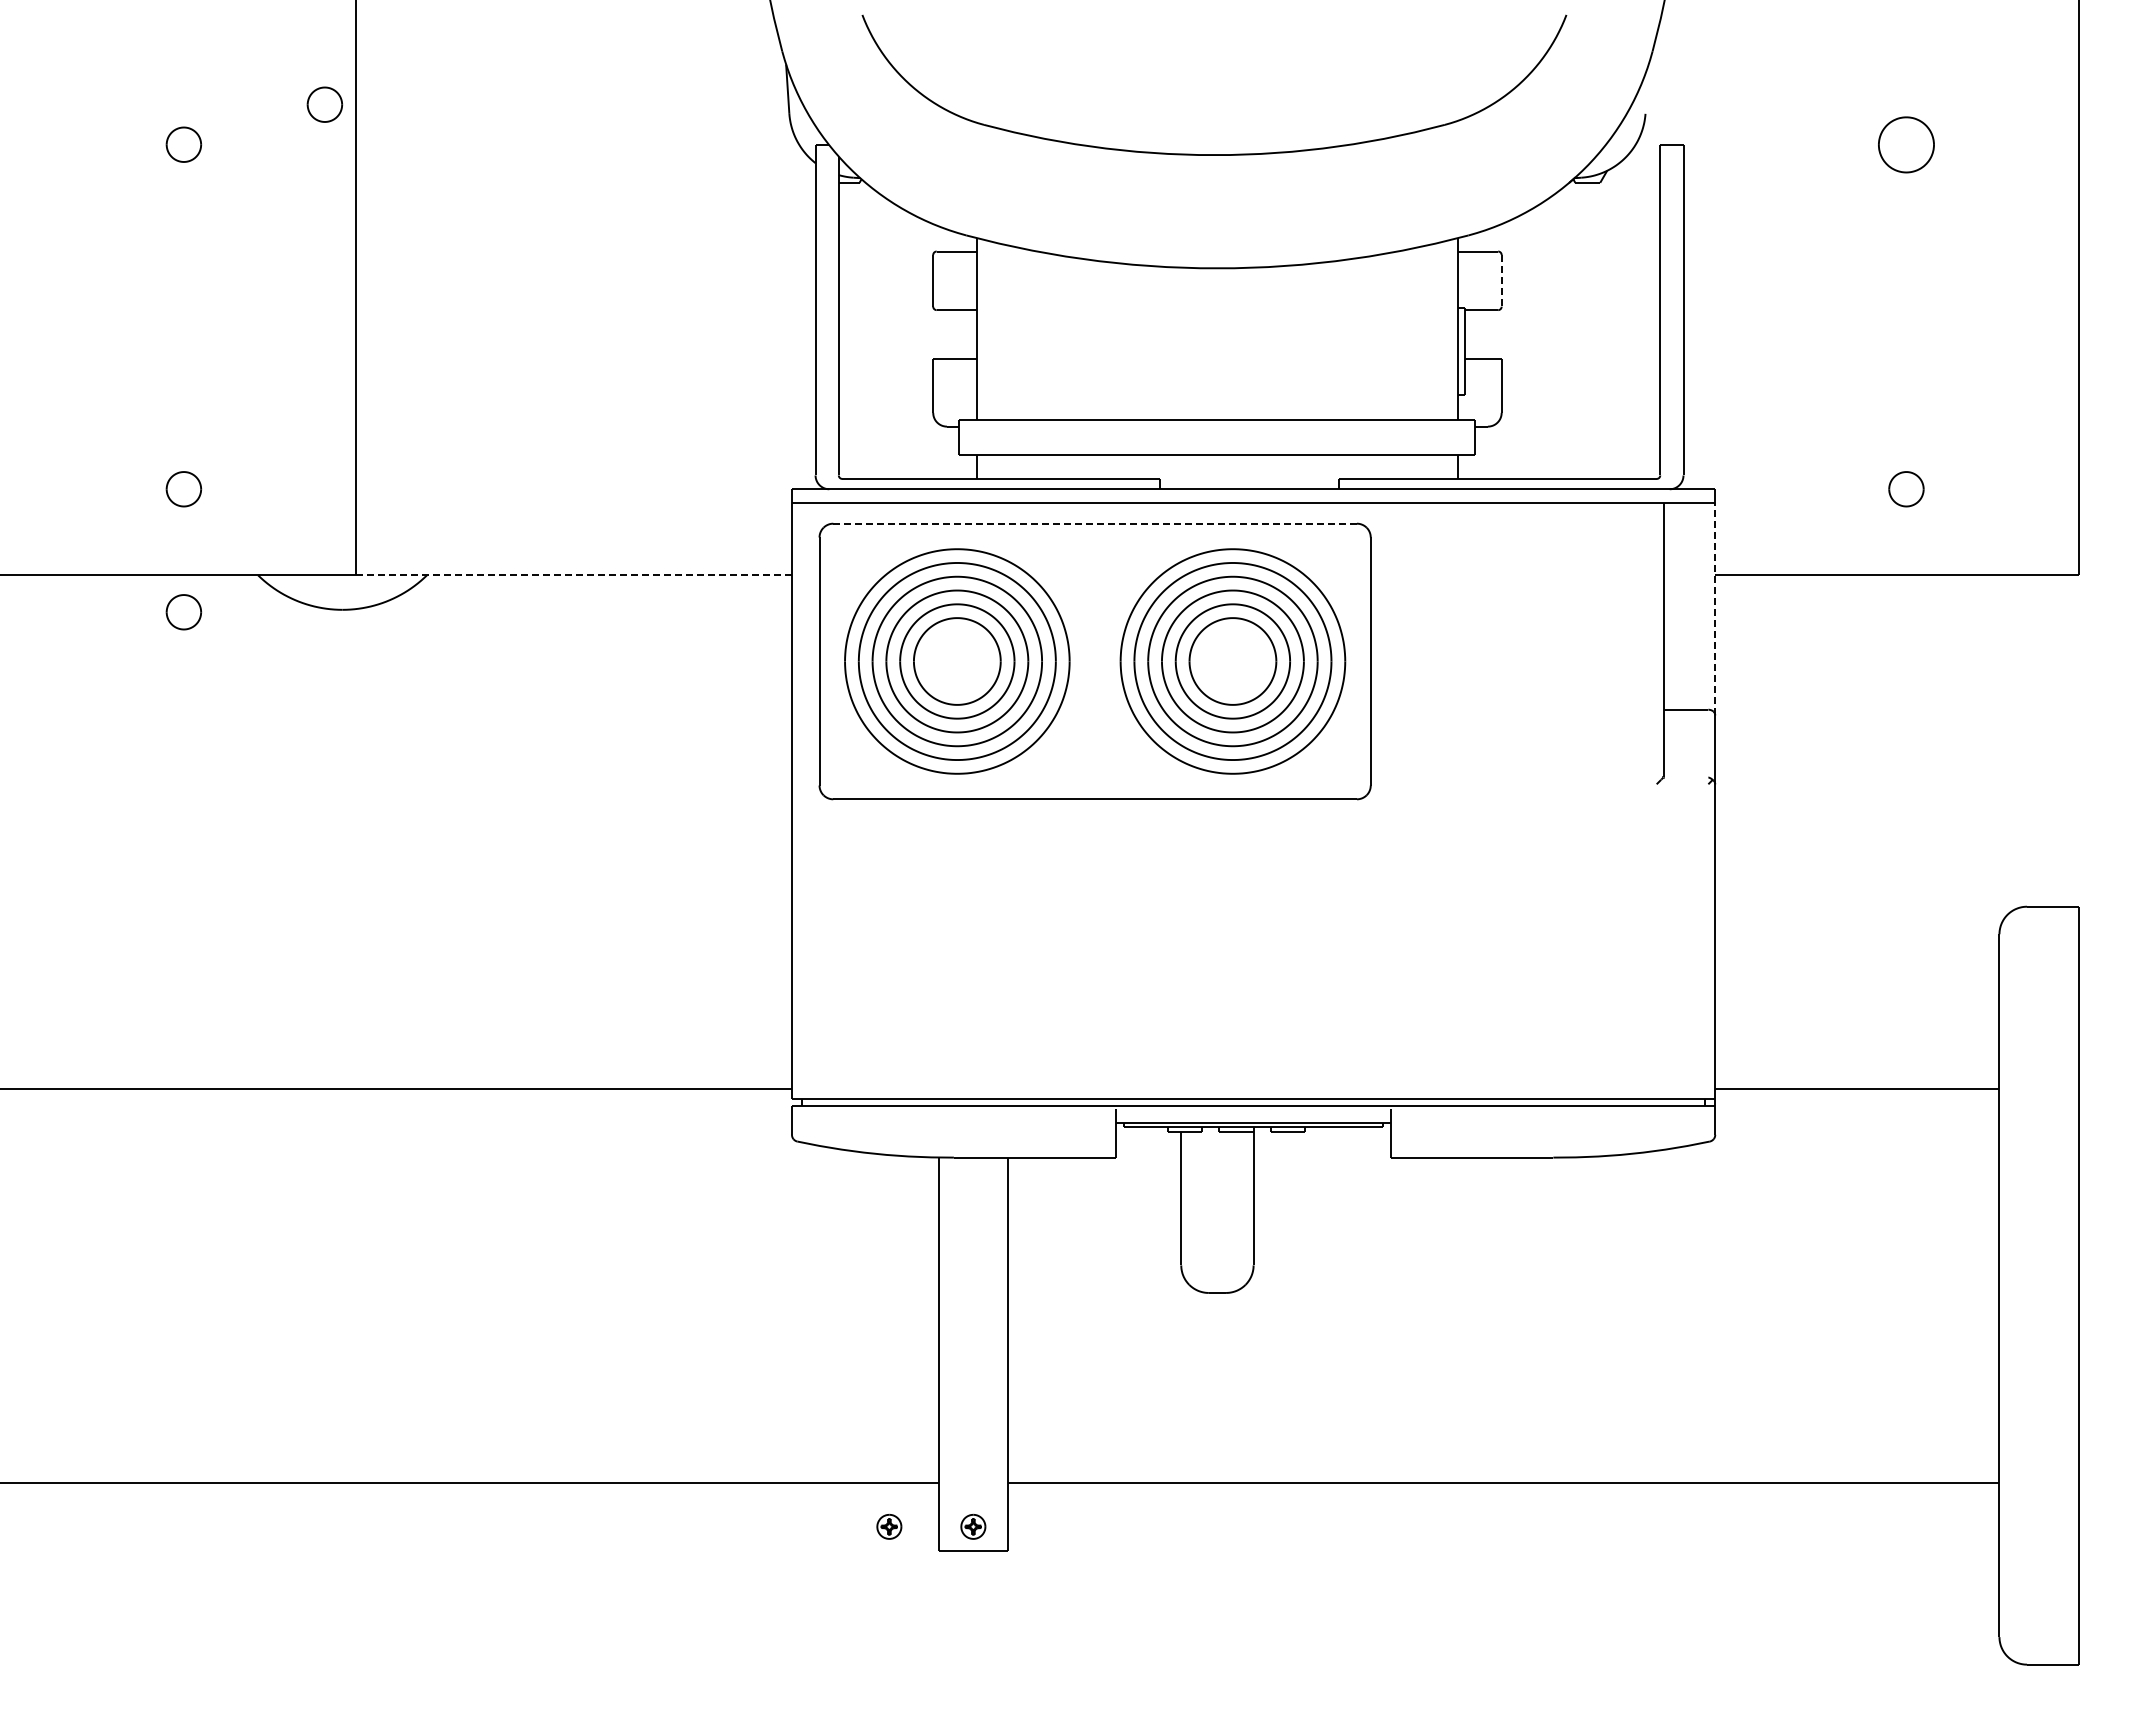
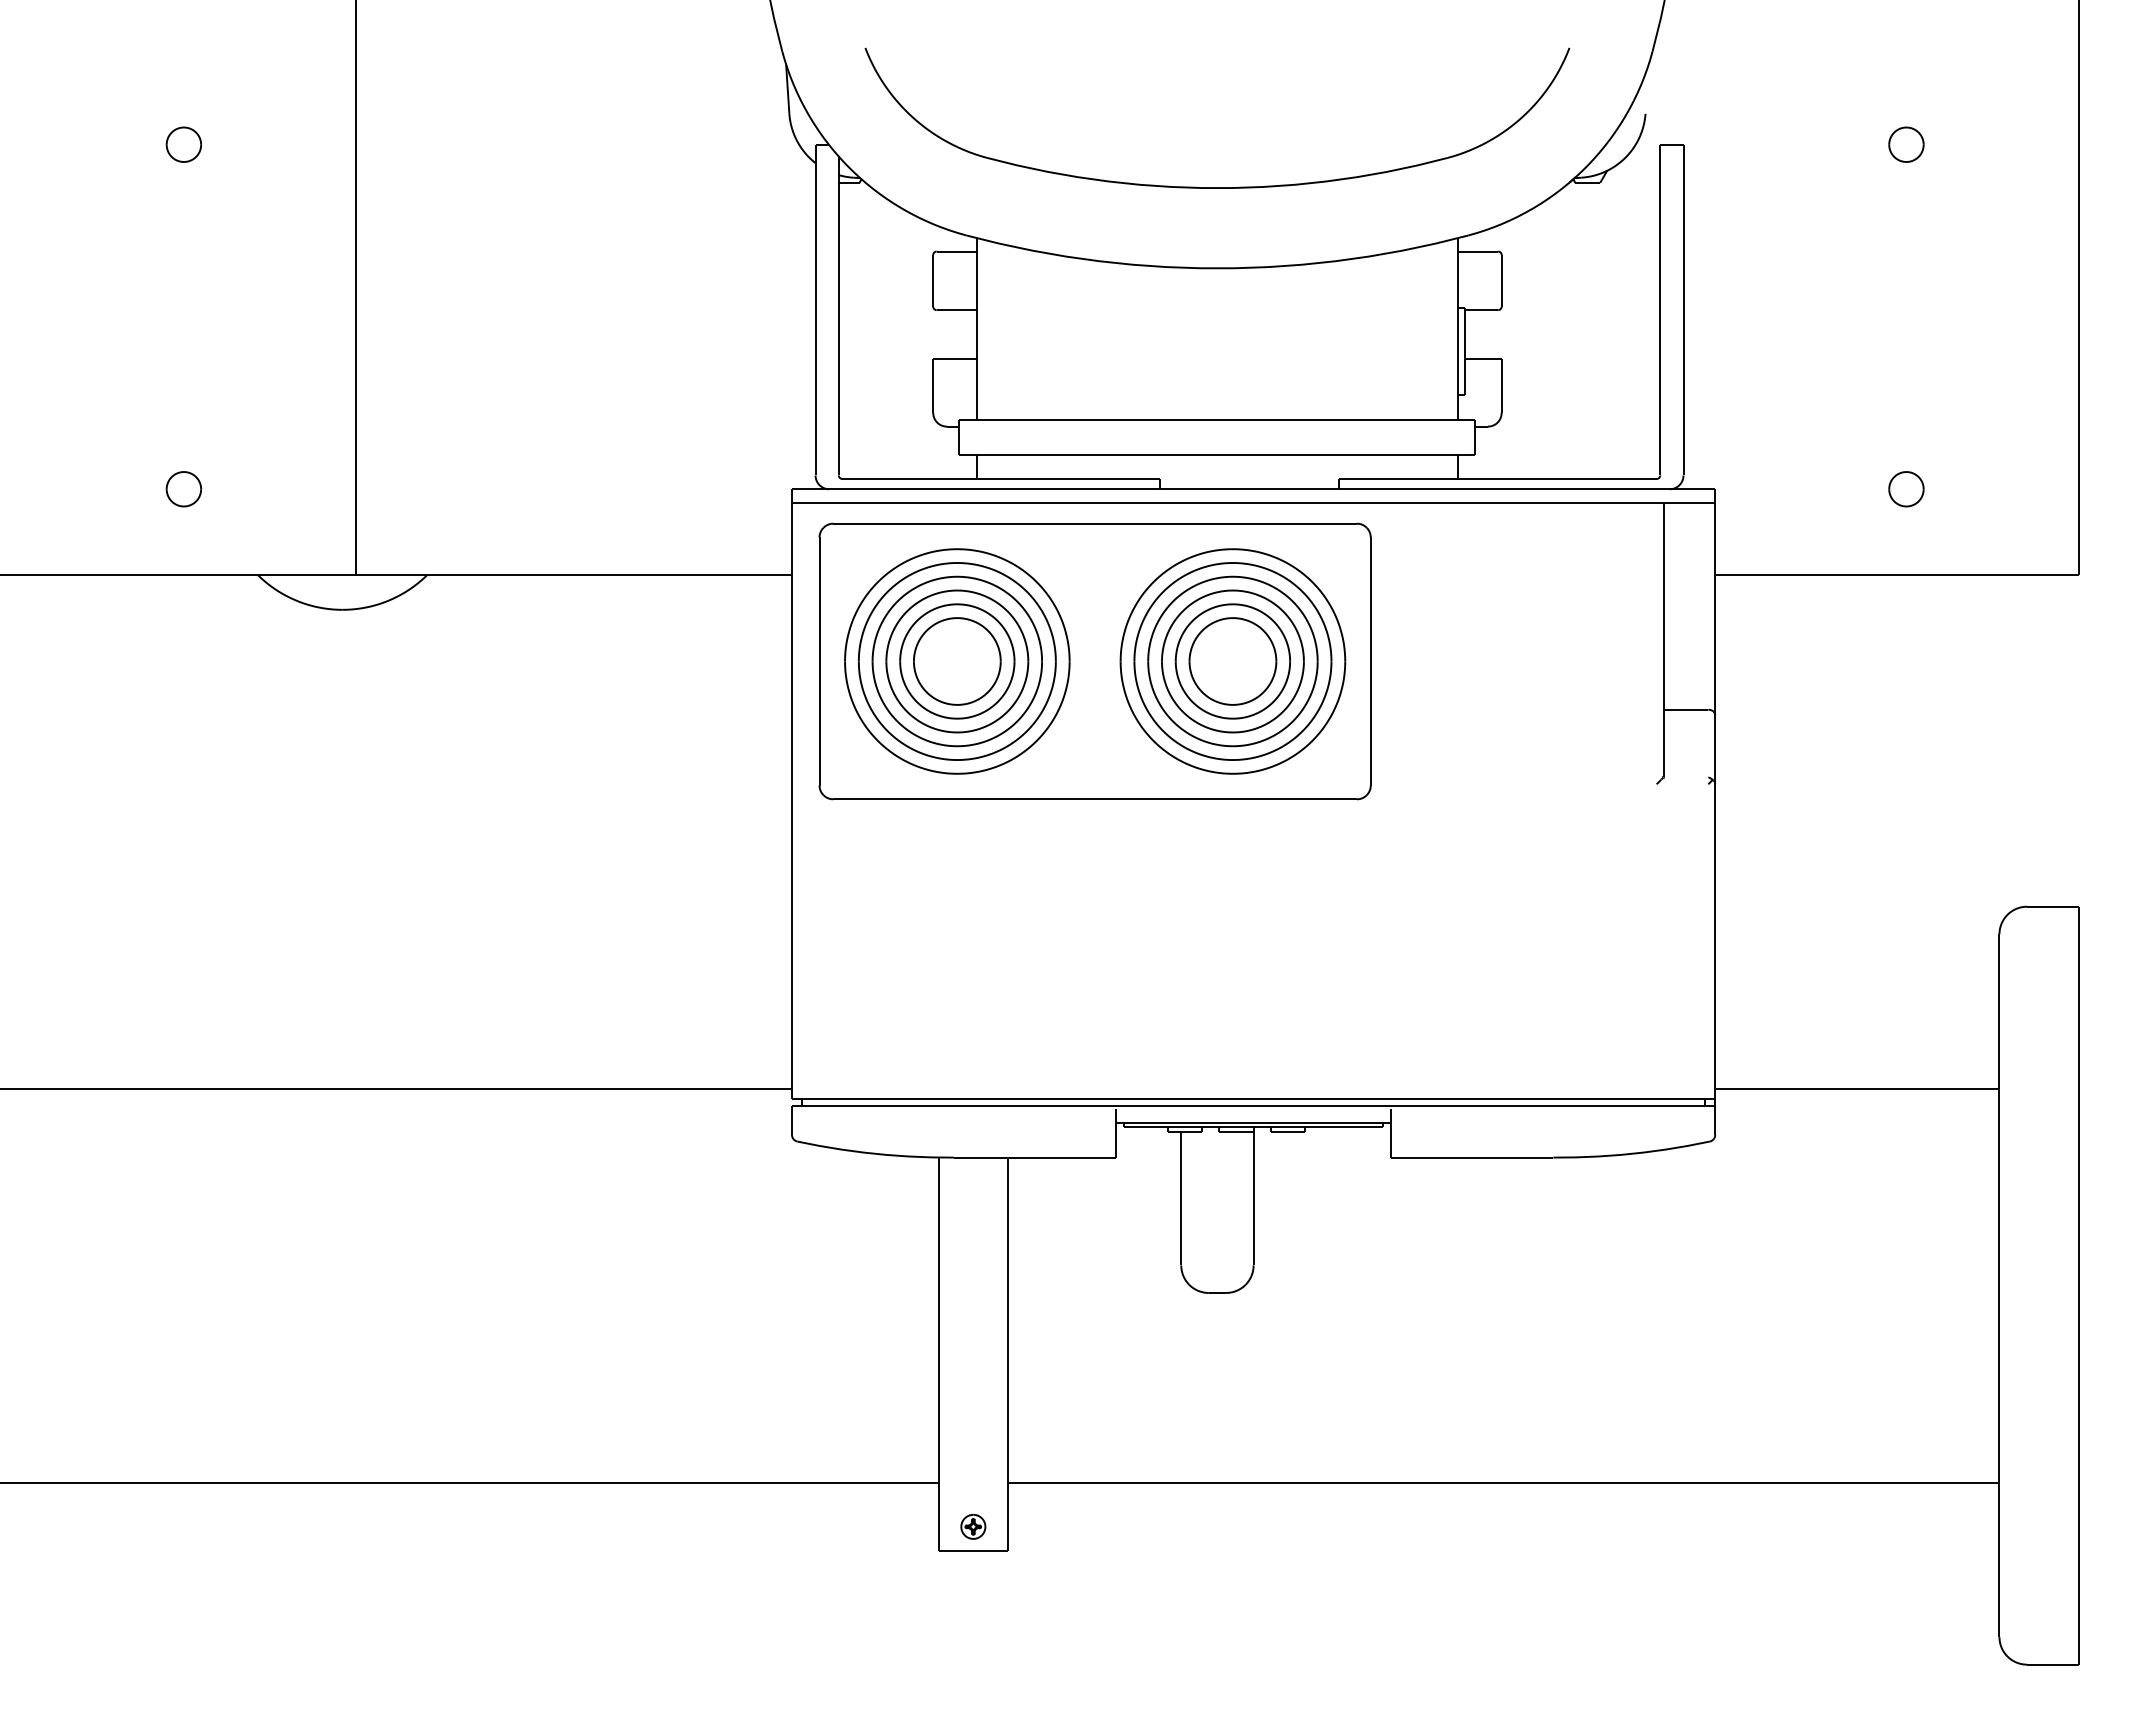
part at (324, 104): present -> none
part at (1906, 144) size: 57x58 px -> 37x37 px
part at (1214, 154) position: (1214, 154) -> (1217, 187)
line at (1501, 280): dashed -> solid
line at (1095, 523): dashed -> solid
line at (574, 575): dashed -> solid
line at (1715, 608): dashed -> solid
part at (183, 612): present -> none
part at (889, 1526): present -> none
